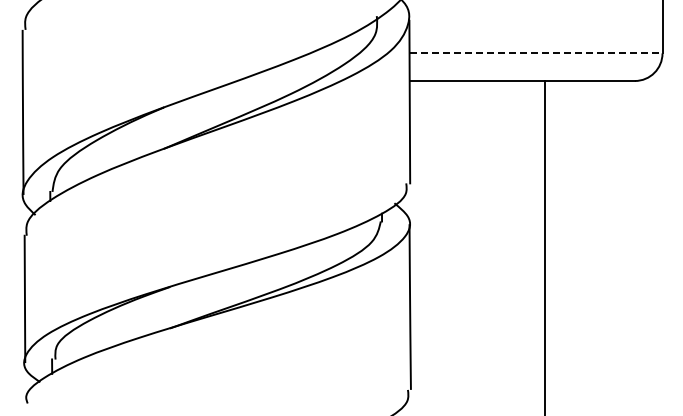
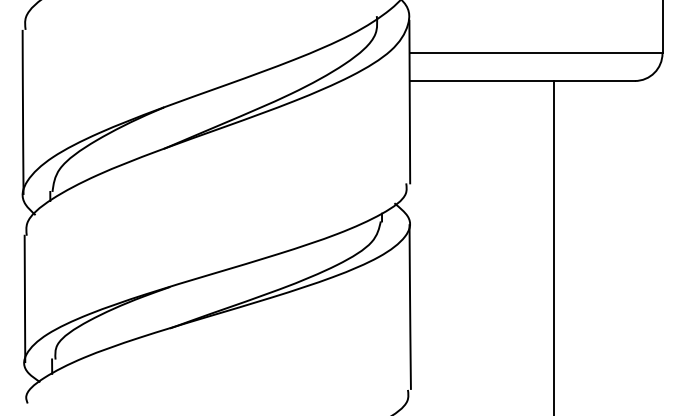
line at (536, 53): dashed -> solid
line at (545, 246) position: (545, 246) -> (554, 246)
